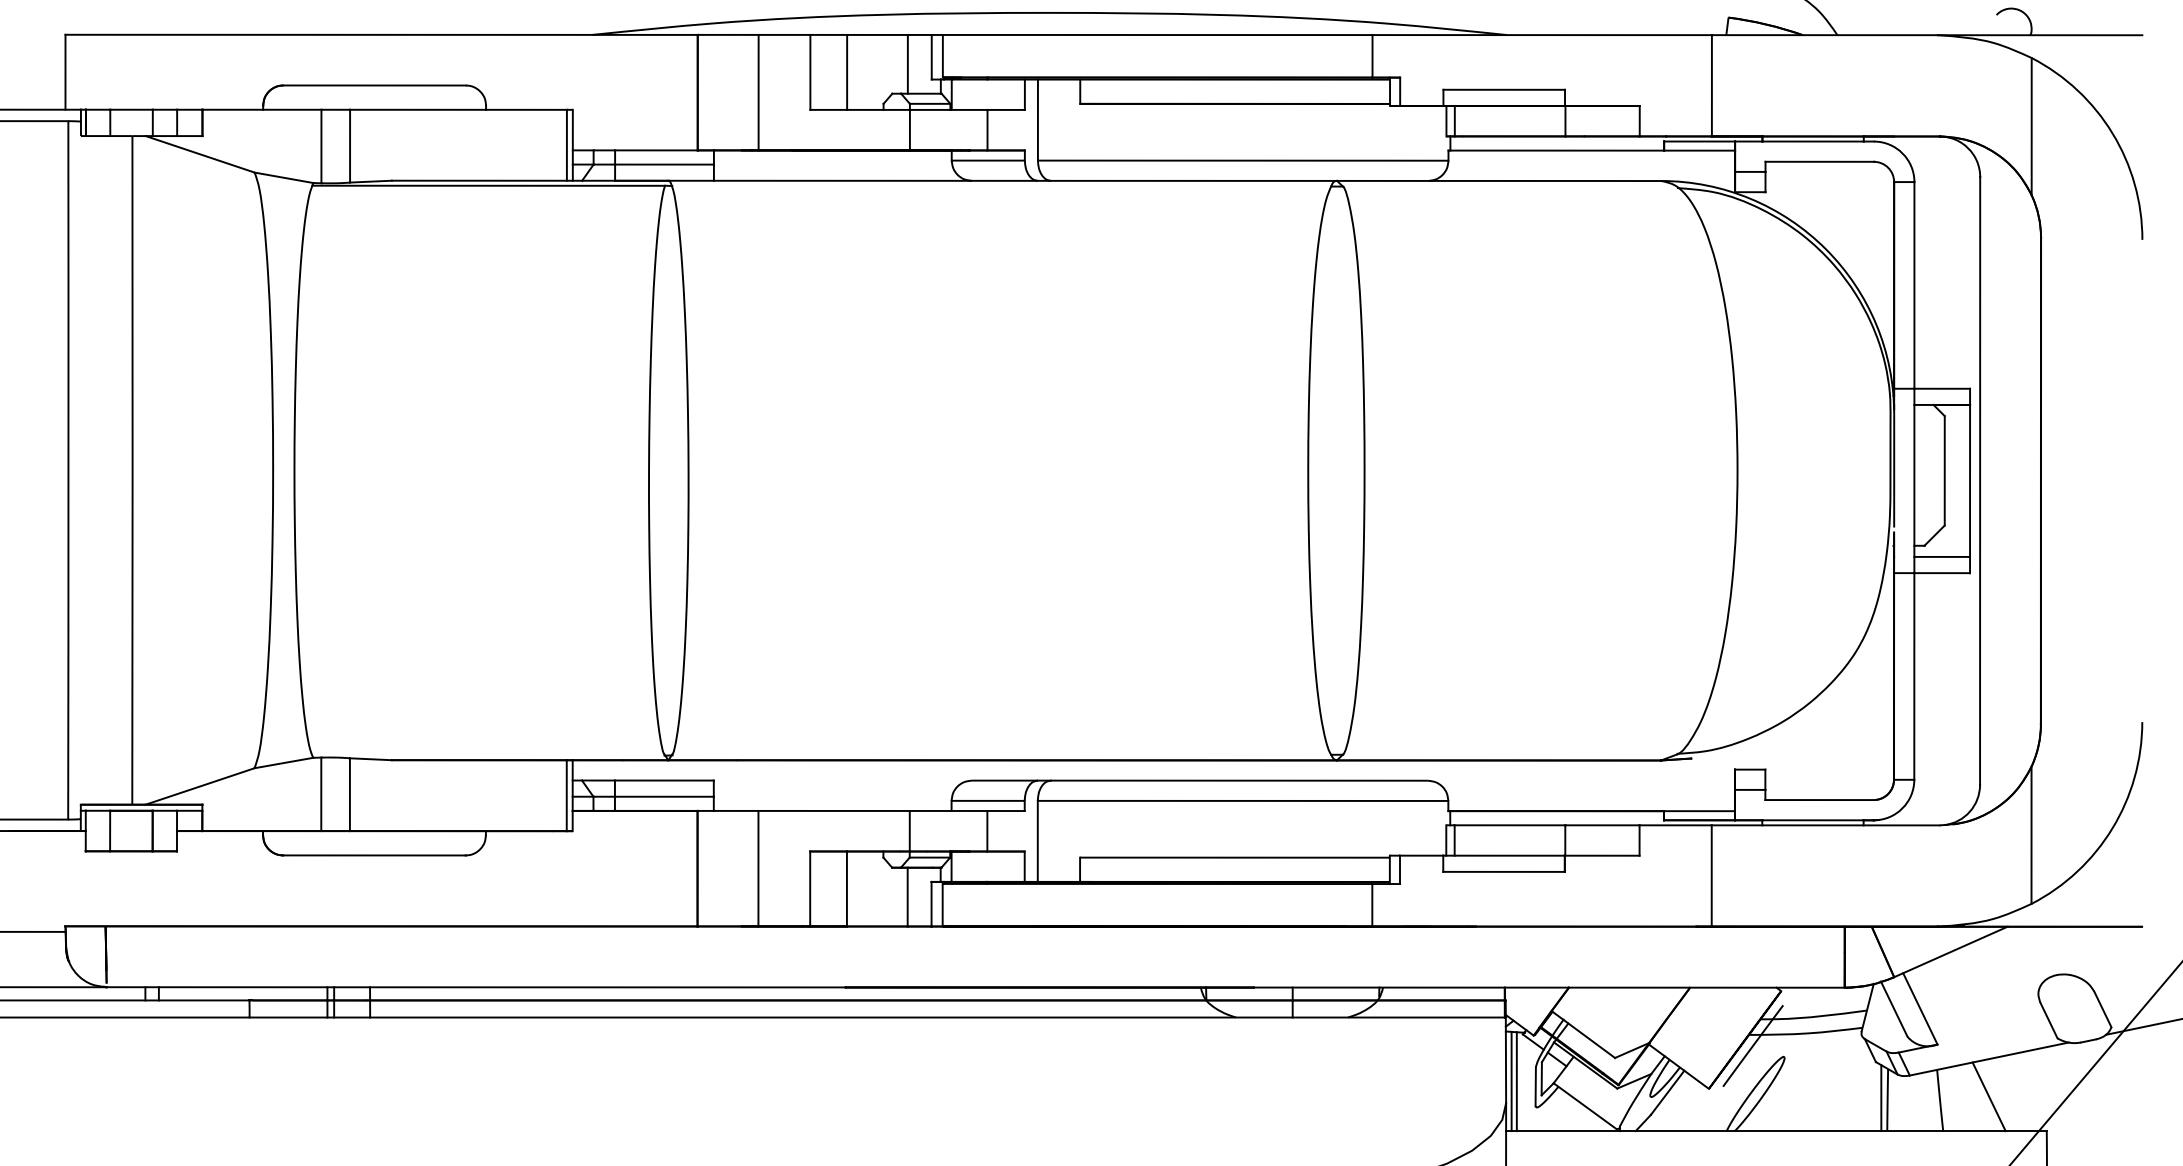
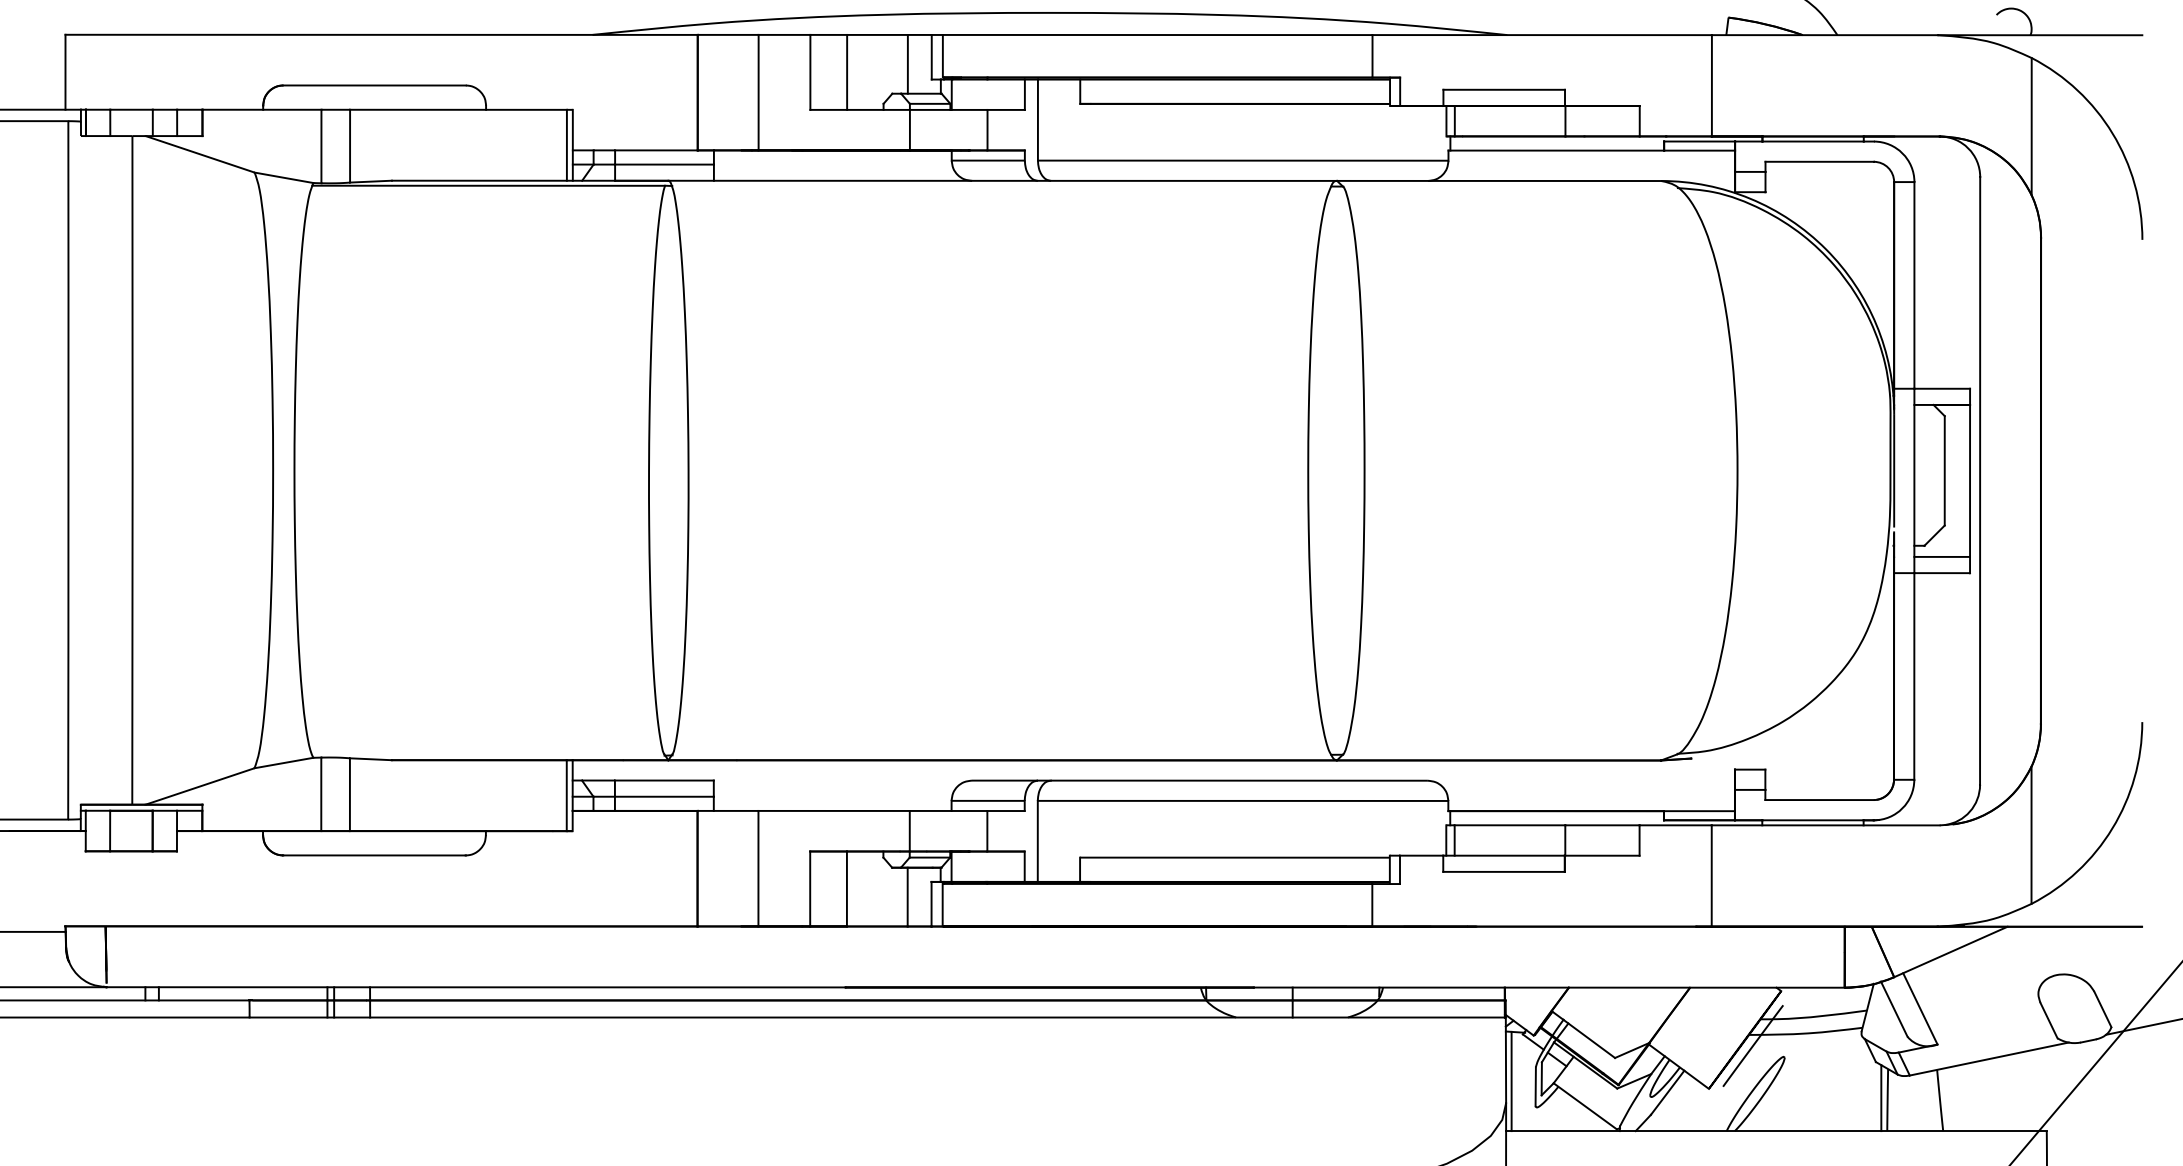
line at (1516, 1081): present -> none
line at (1988, 1096): present -> none
